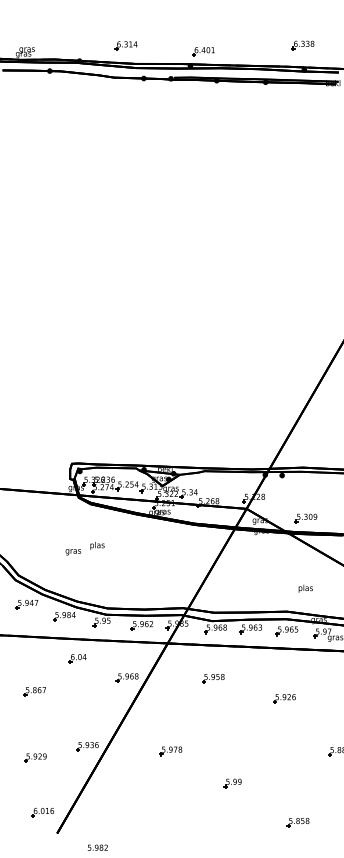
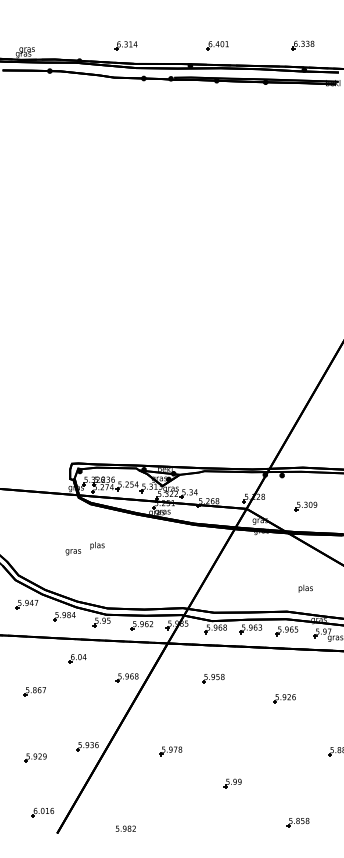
part at (203, 51) position: (203, 51) -> (217, 45)
part at (305, 518) position: (305, 518) -> (305, 506)
text at (97, 847) position: (97, 847) -> (125, 828)
